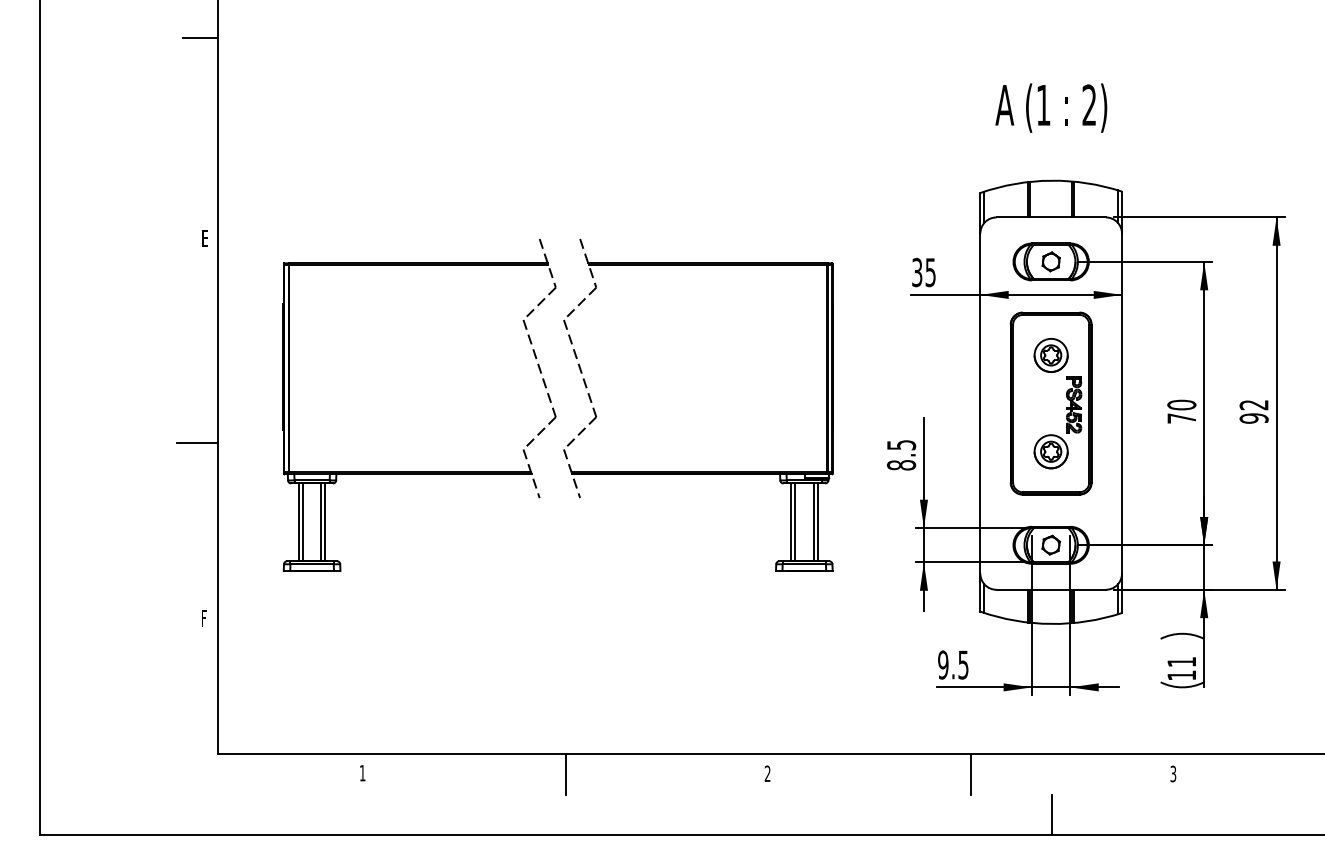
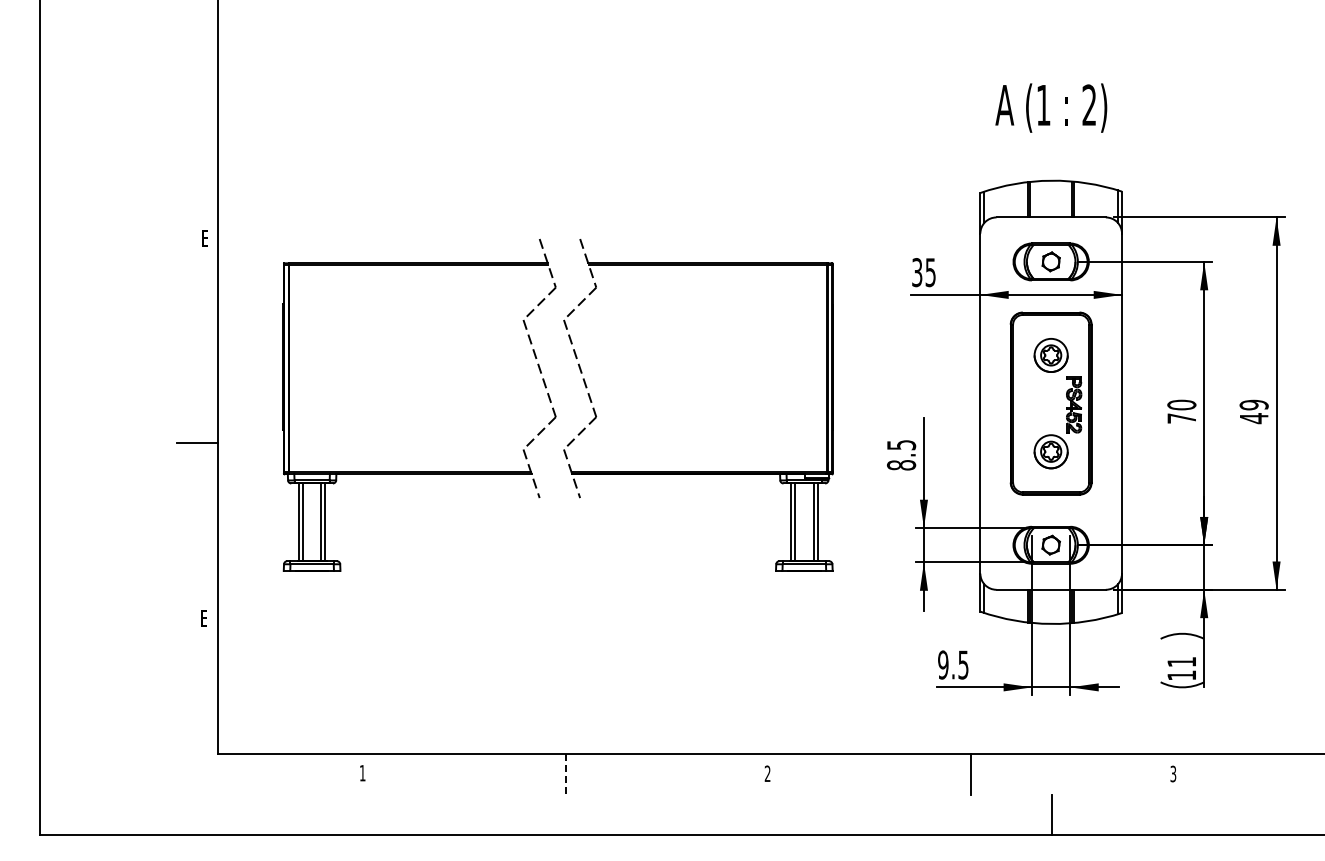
line at (199, 37): present -> none
text at (1253, 411): 92 -> 49
text at (203, 618): F -> E
line at (565, 775): solid -> dashed
